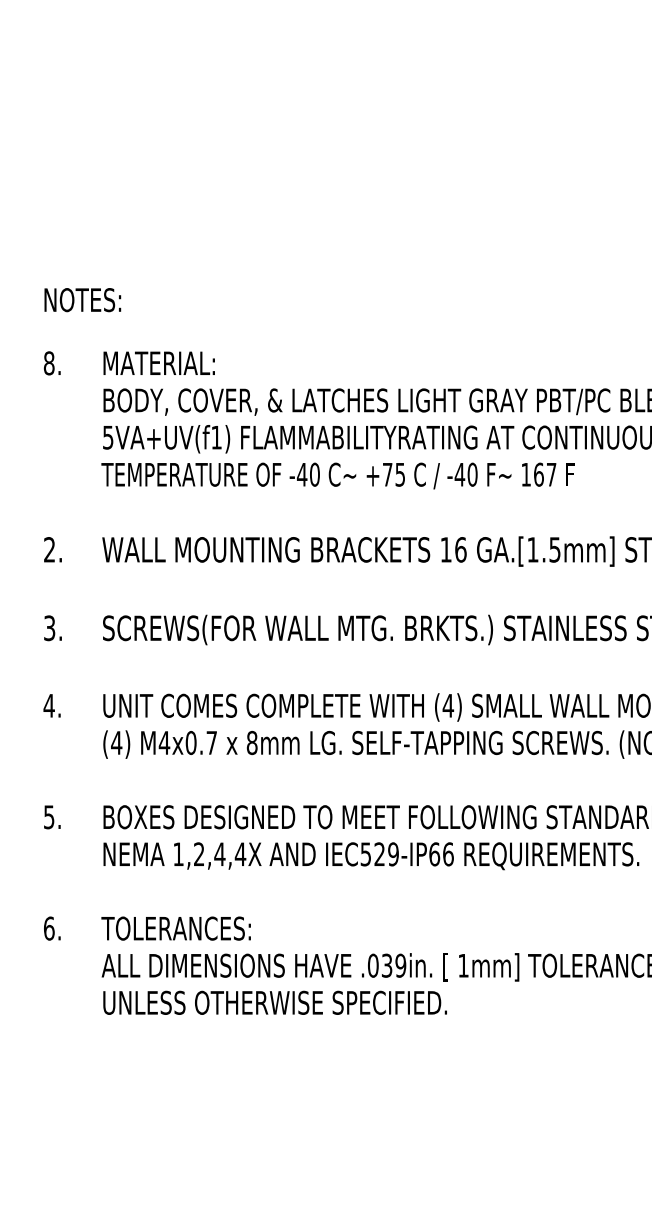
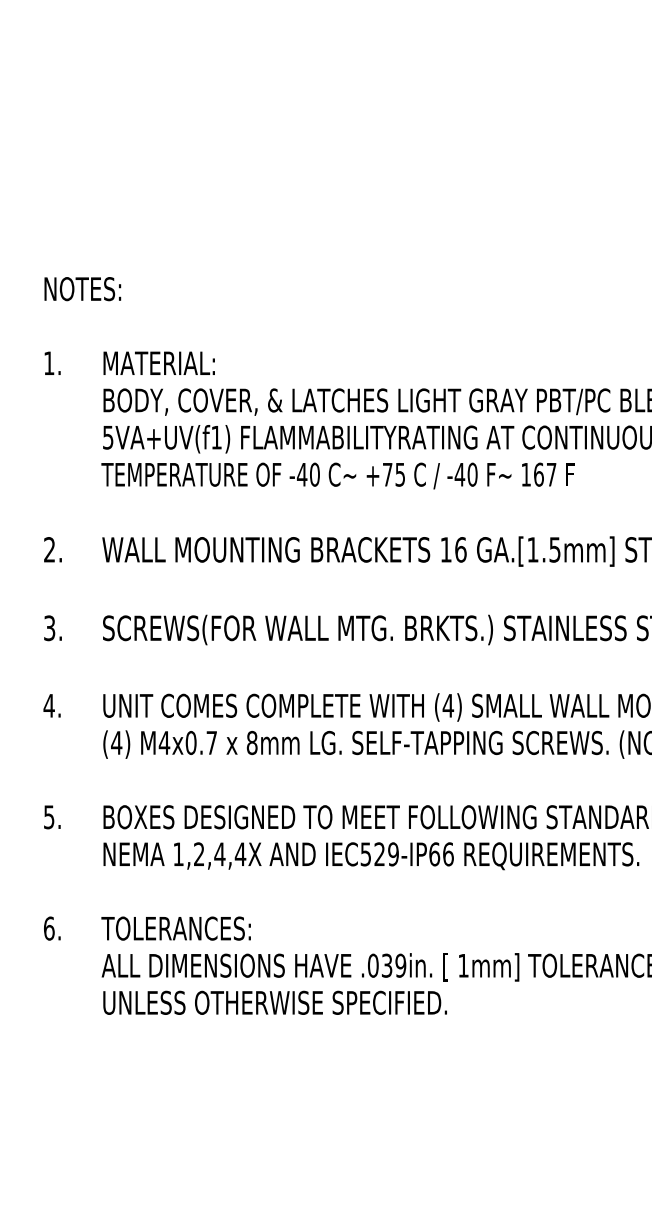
text at (82, 300) position: (82, 300) -> (82, 289)
text at (48, 363): 8. -> 1.
